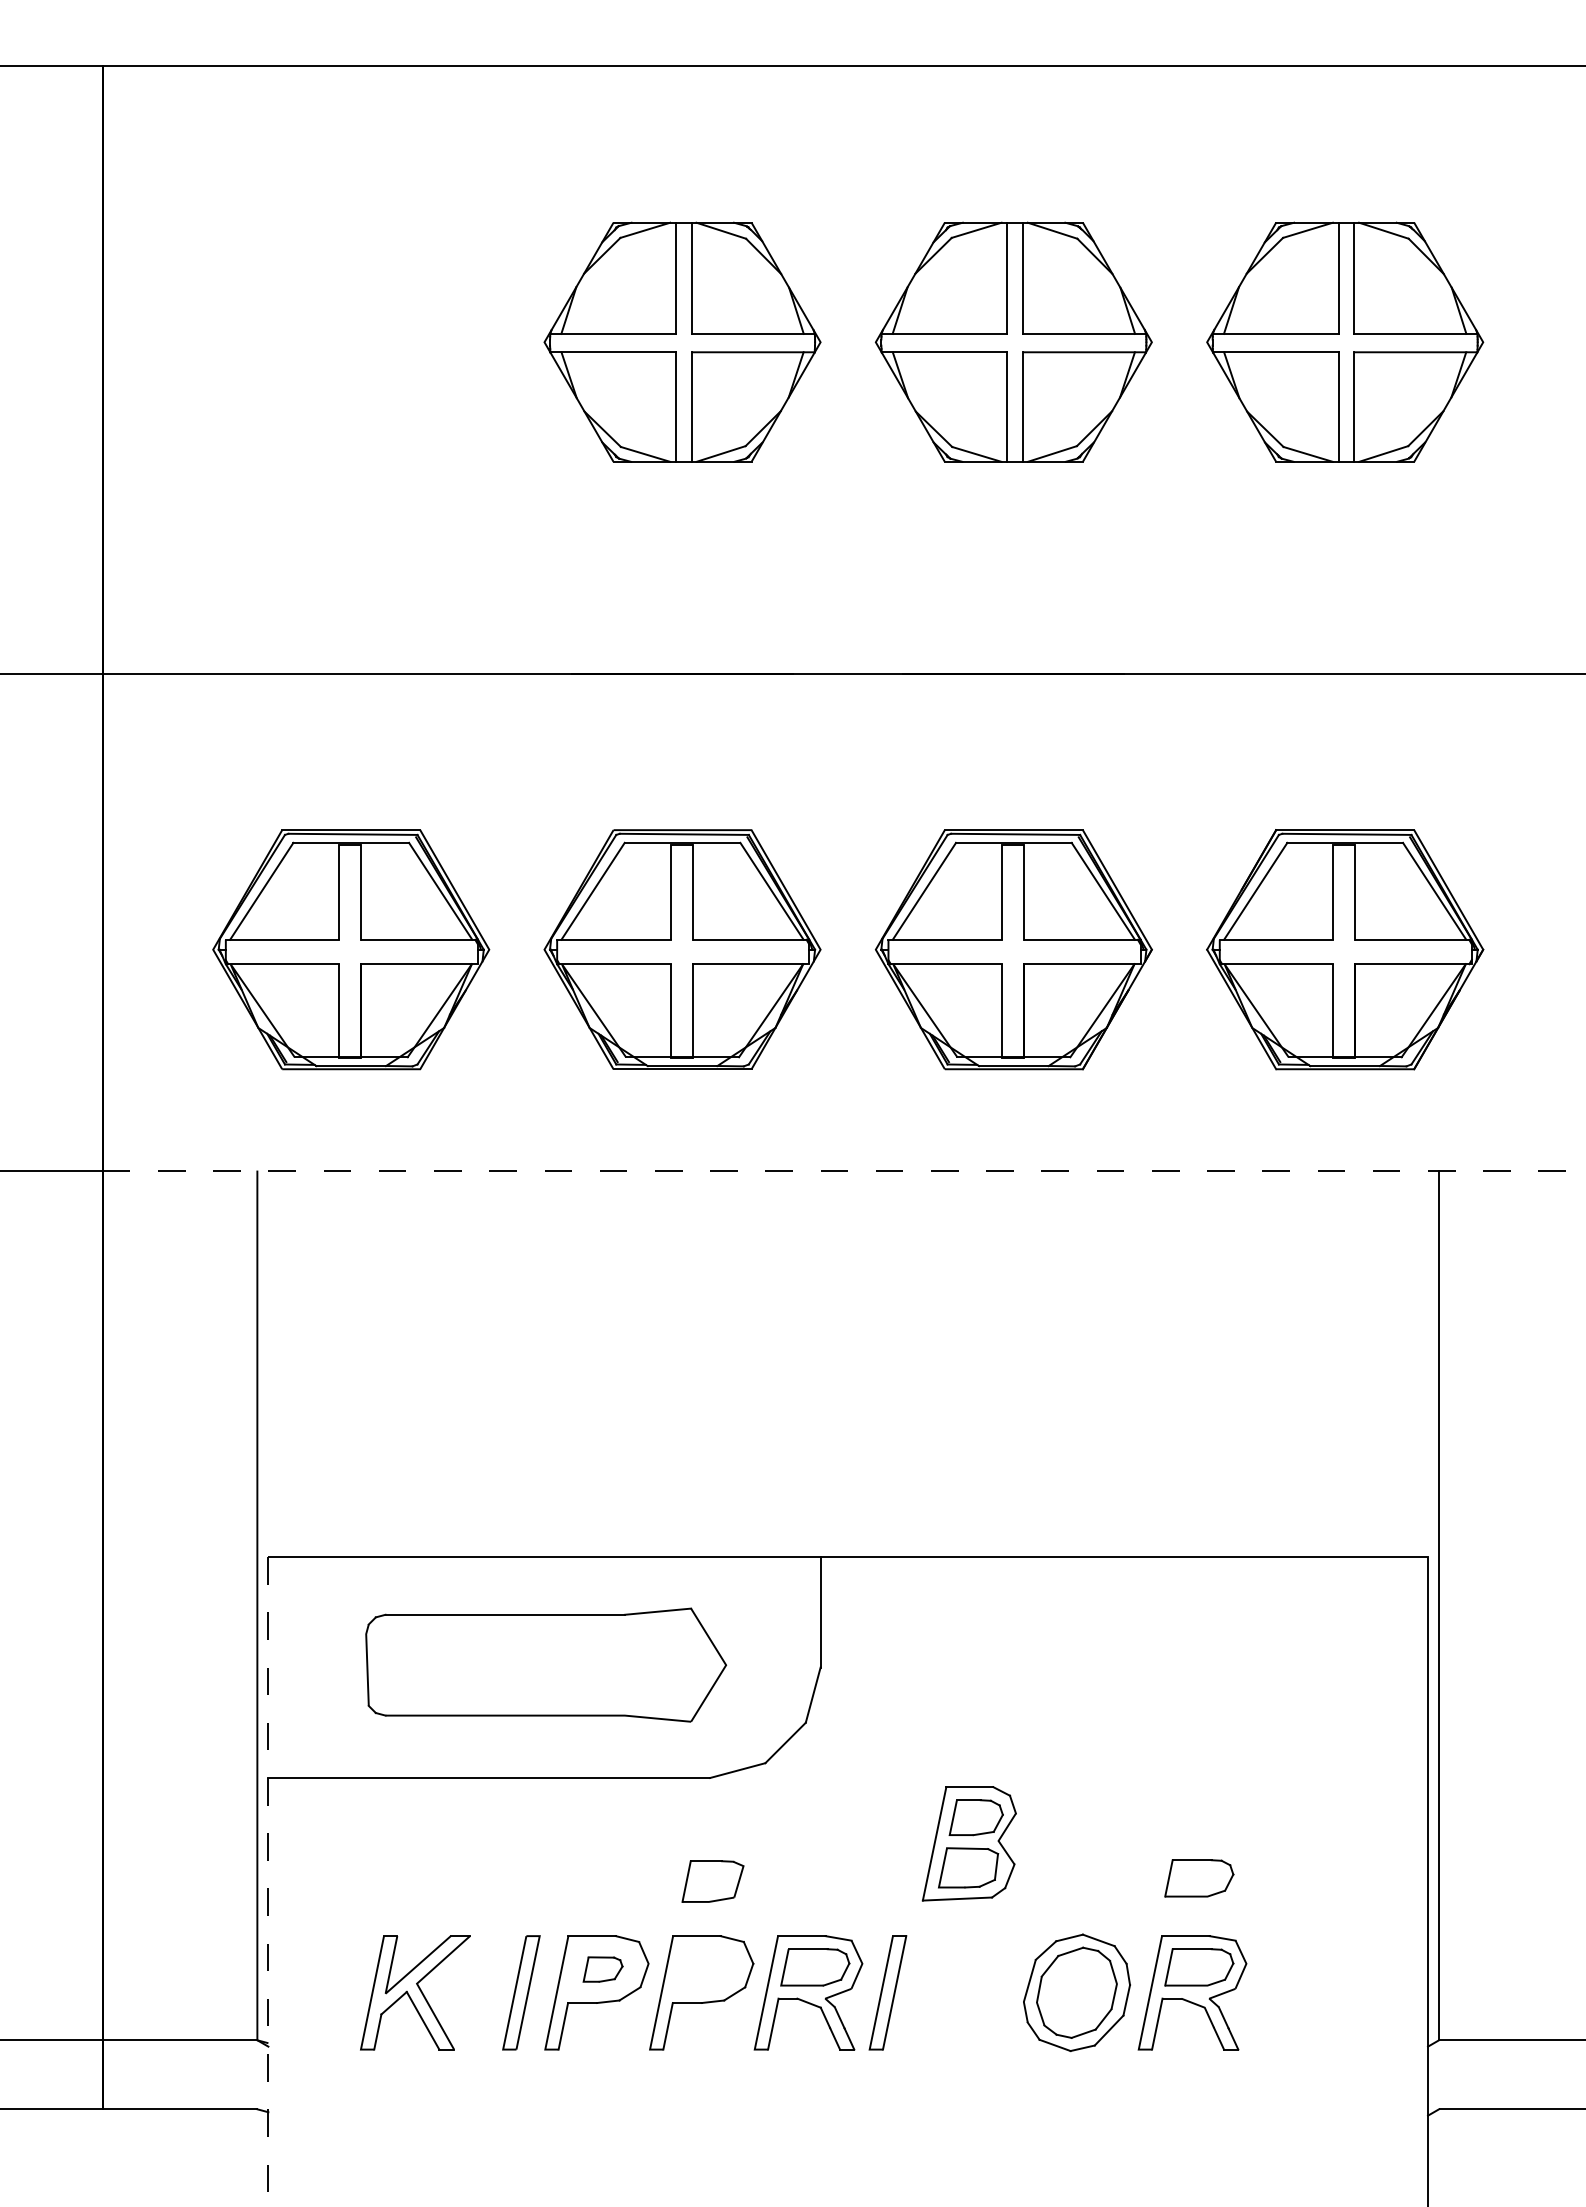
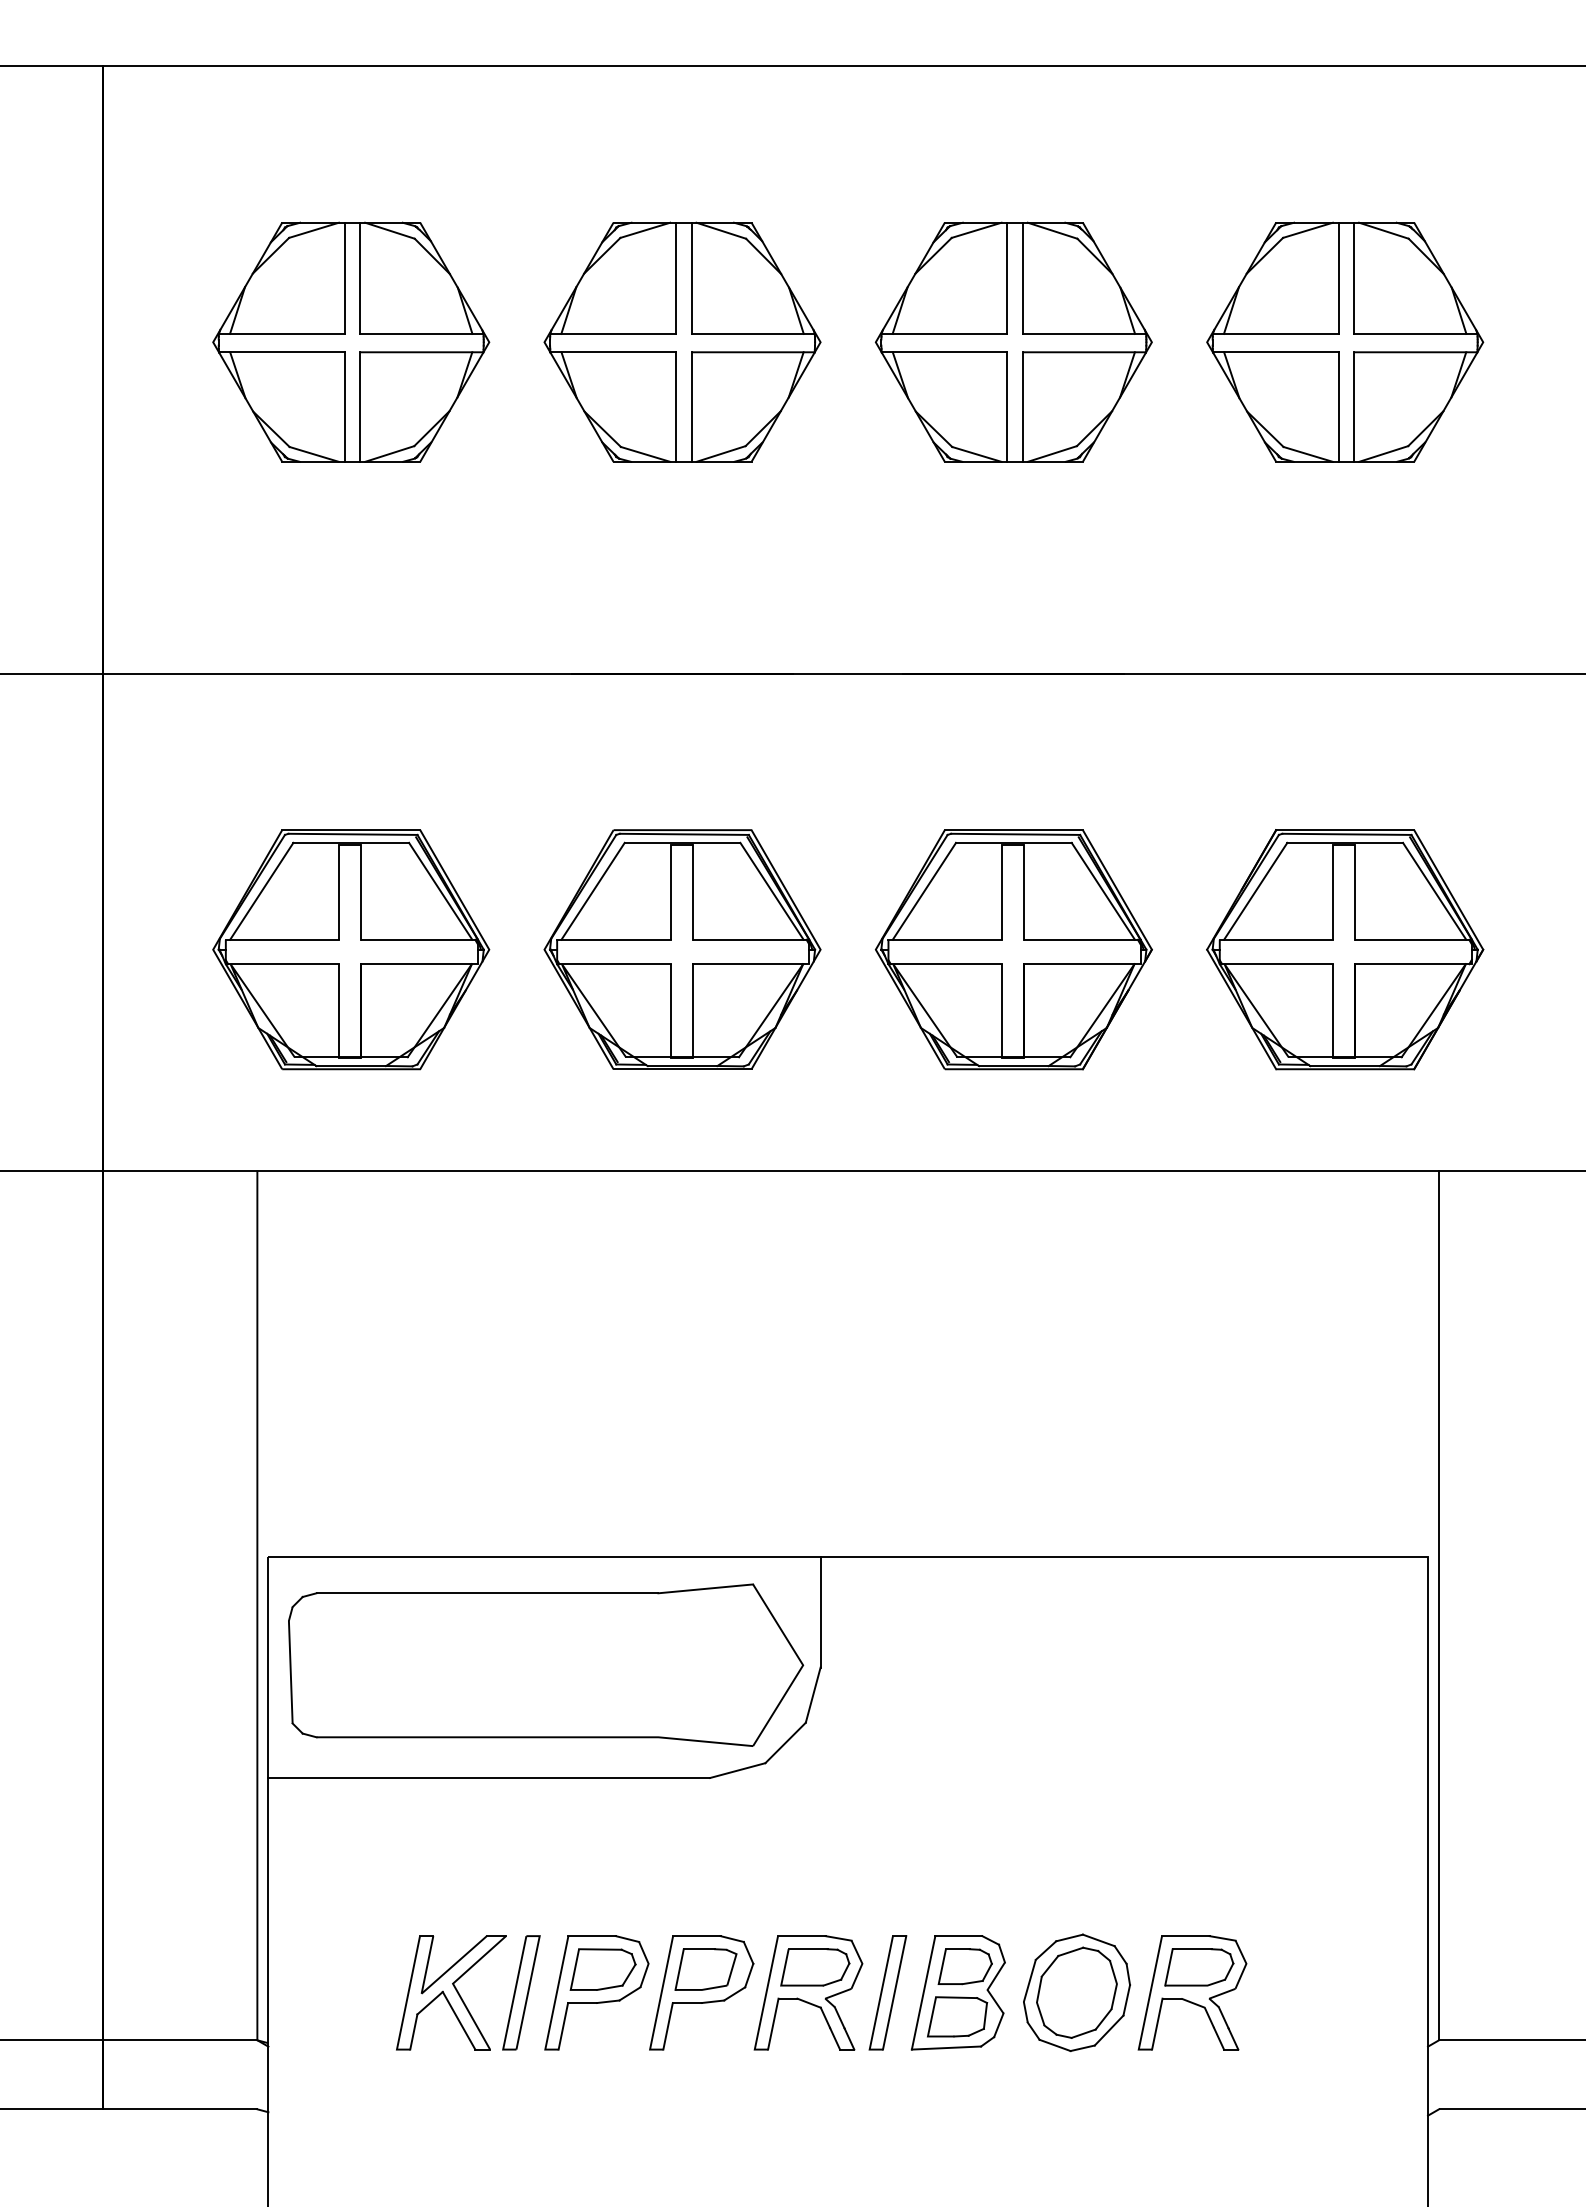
part at (351, 341): none -> present
line at (844, 1170): dashed -> solid
part at (546, 1664) size: 363x116 px -> 517x164 px
part at (968, 1843) position: (968, 1843) -> (957, 1992)
part at (1199, 1878): present -> none
part at (712, 1881) position: (712, 1881) -> (705, 1969)
line at (268, 1882): dashed -> solid
part at (602, 1969) size: 42x27 px -> 68x43 px
part at (415, 1992) position: (415, 1992) -> (451, 1992)
